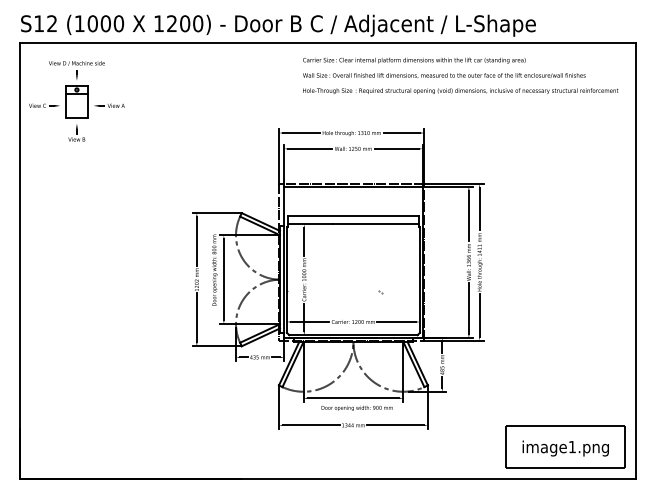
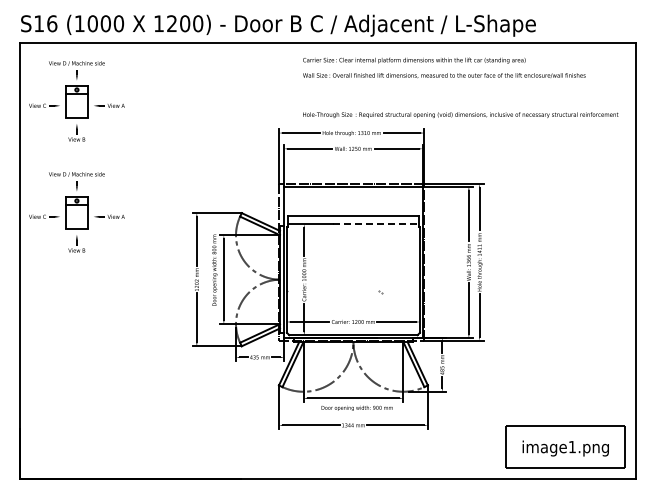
text at (52, 23): S12 -> S16
text at (460, 91) position: (460, 91) -> (460, 115)
part at (76, 212): none -> present
line at (375, 224): solid -> dashed
